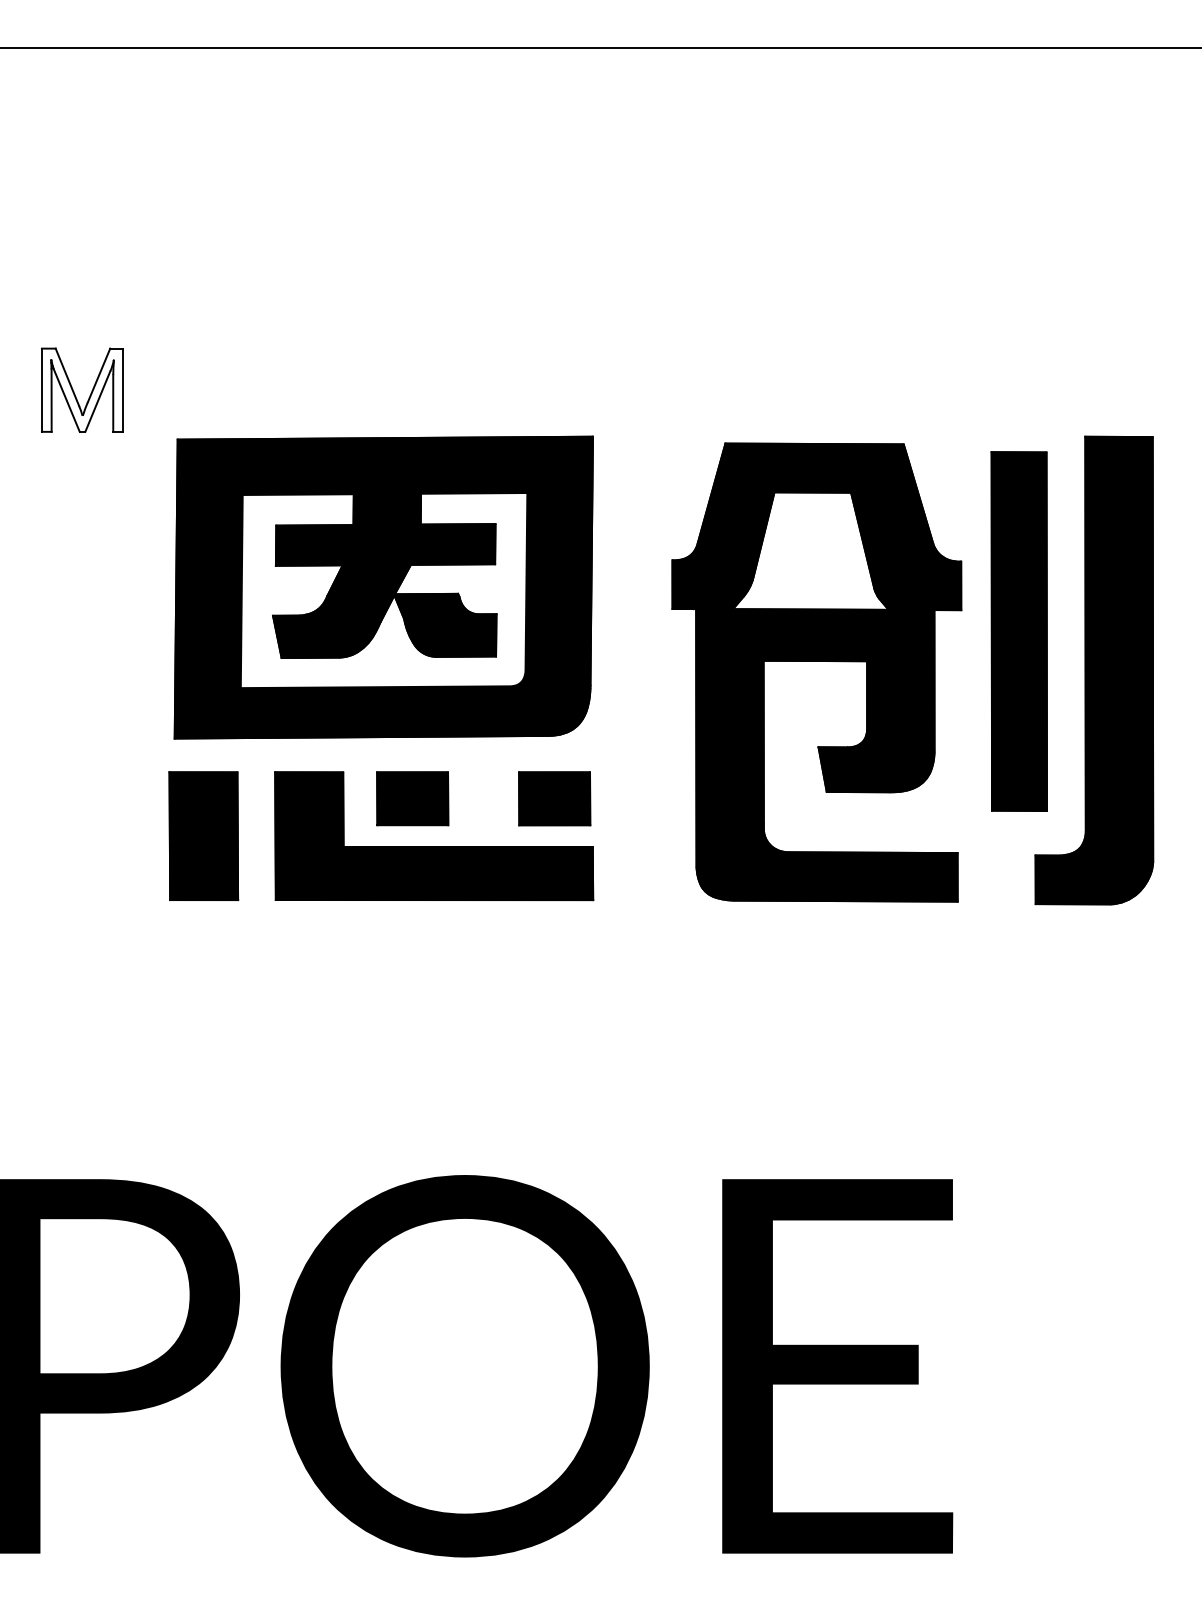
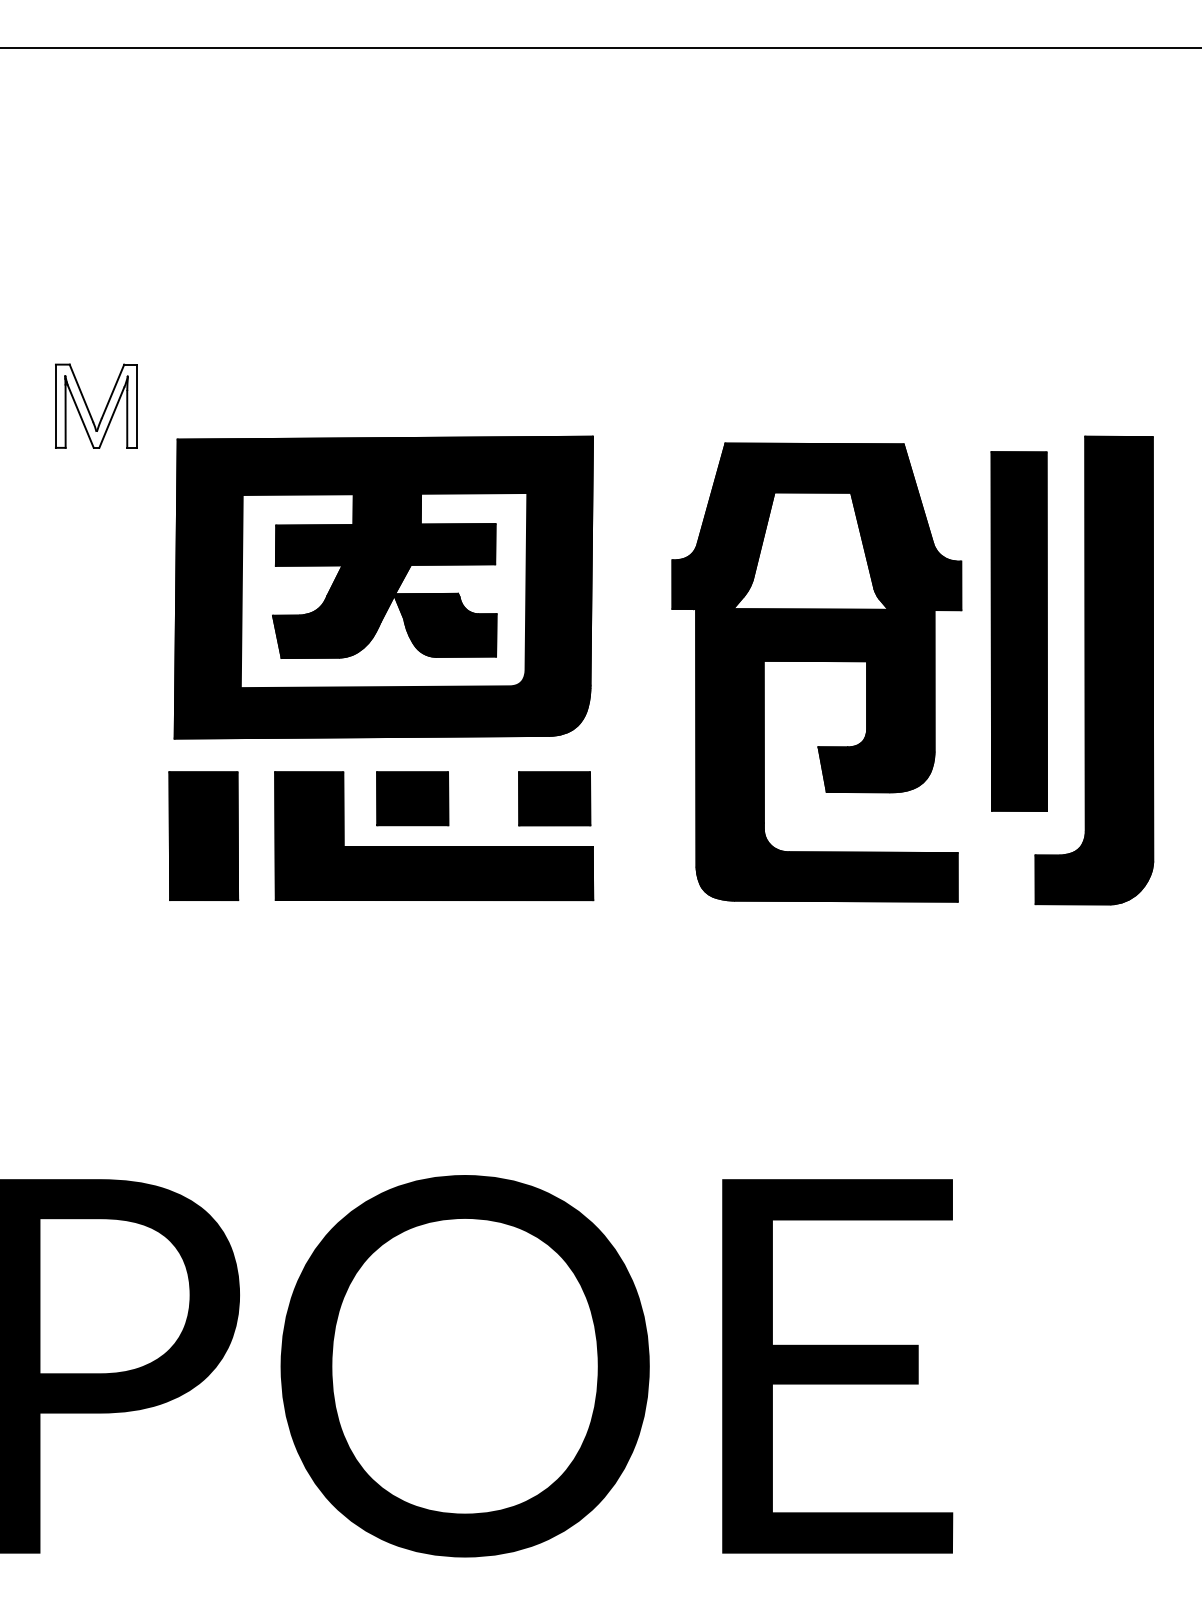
part at (74, 391) position: (74, 391) -> (88, 407)
